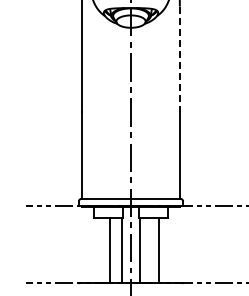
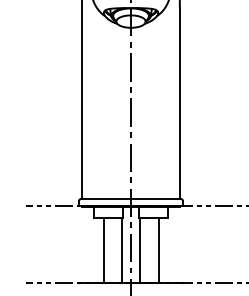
line at (179, 59): dashed -> solid
line at (109, 250) position: (109, 250) -> (103, 250)
